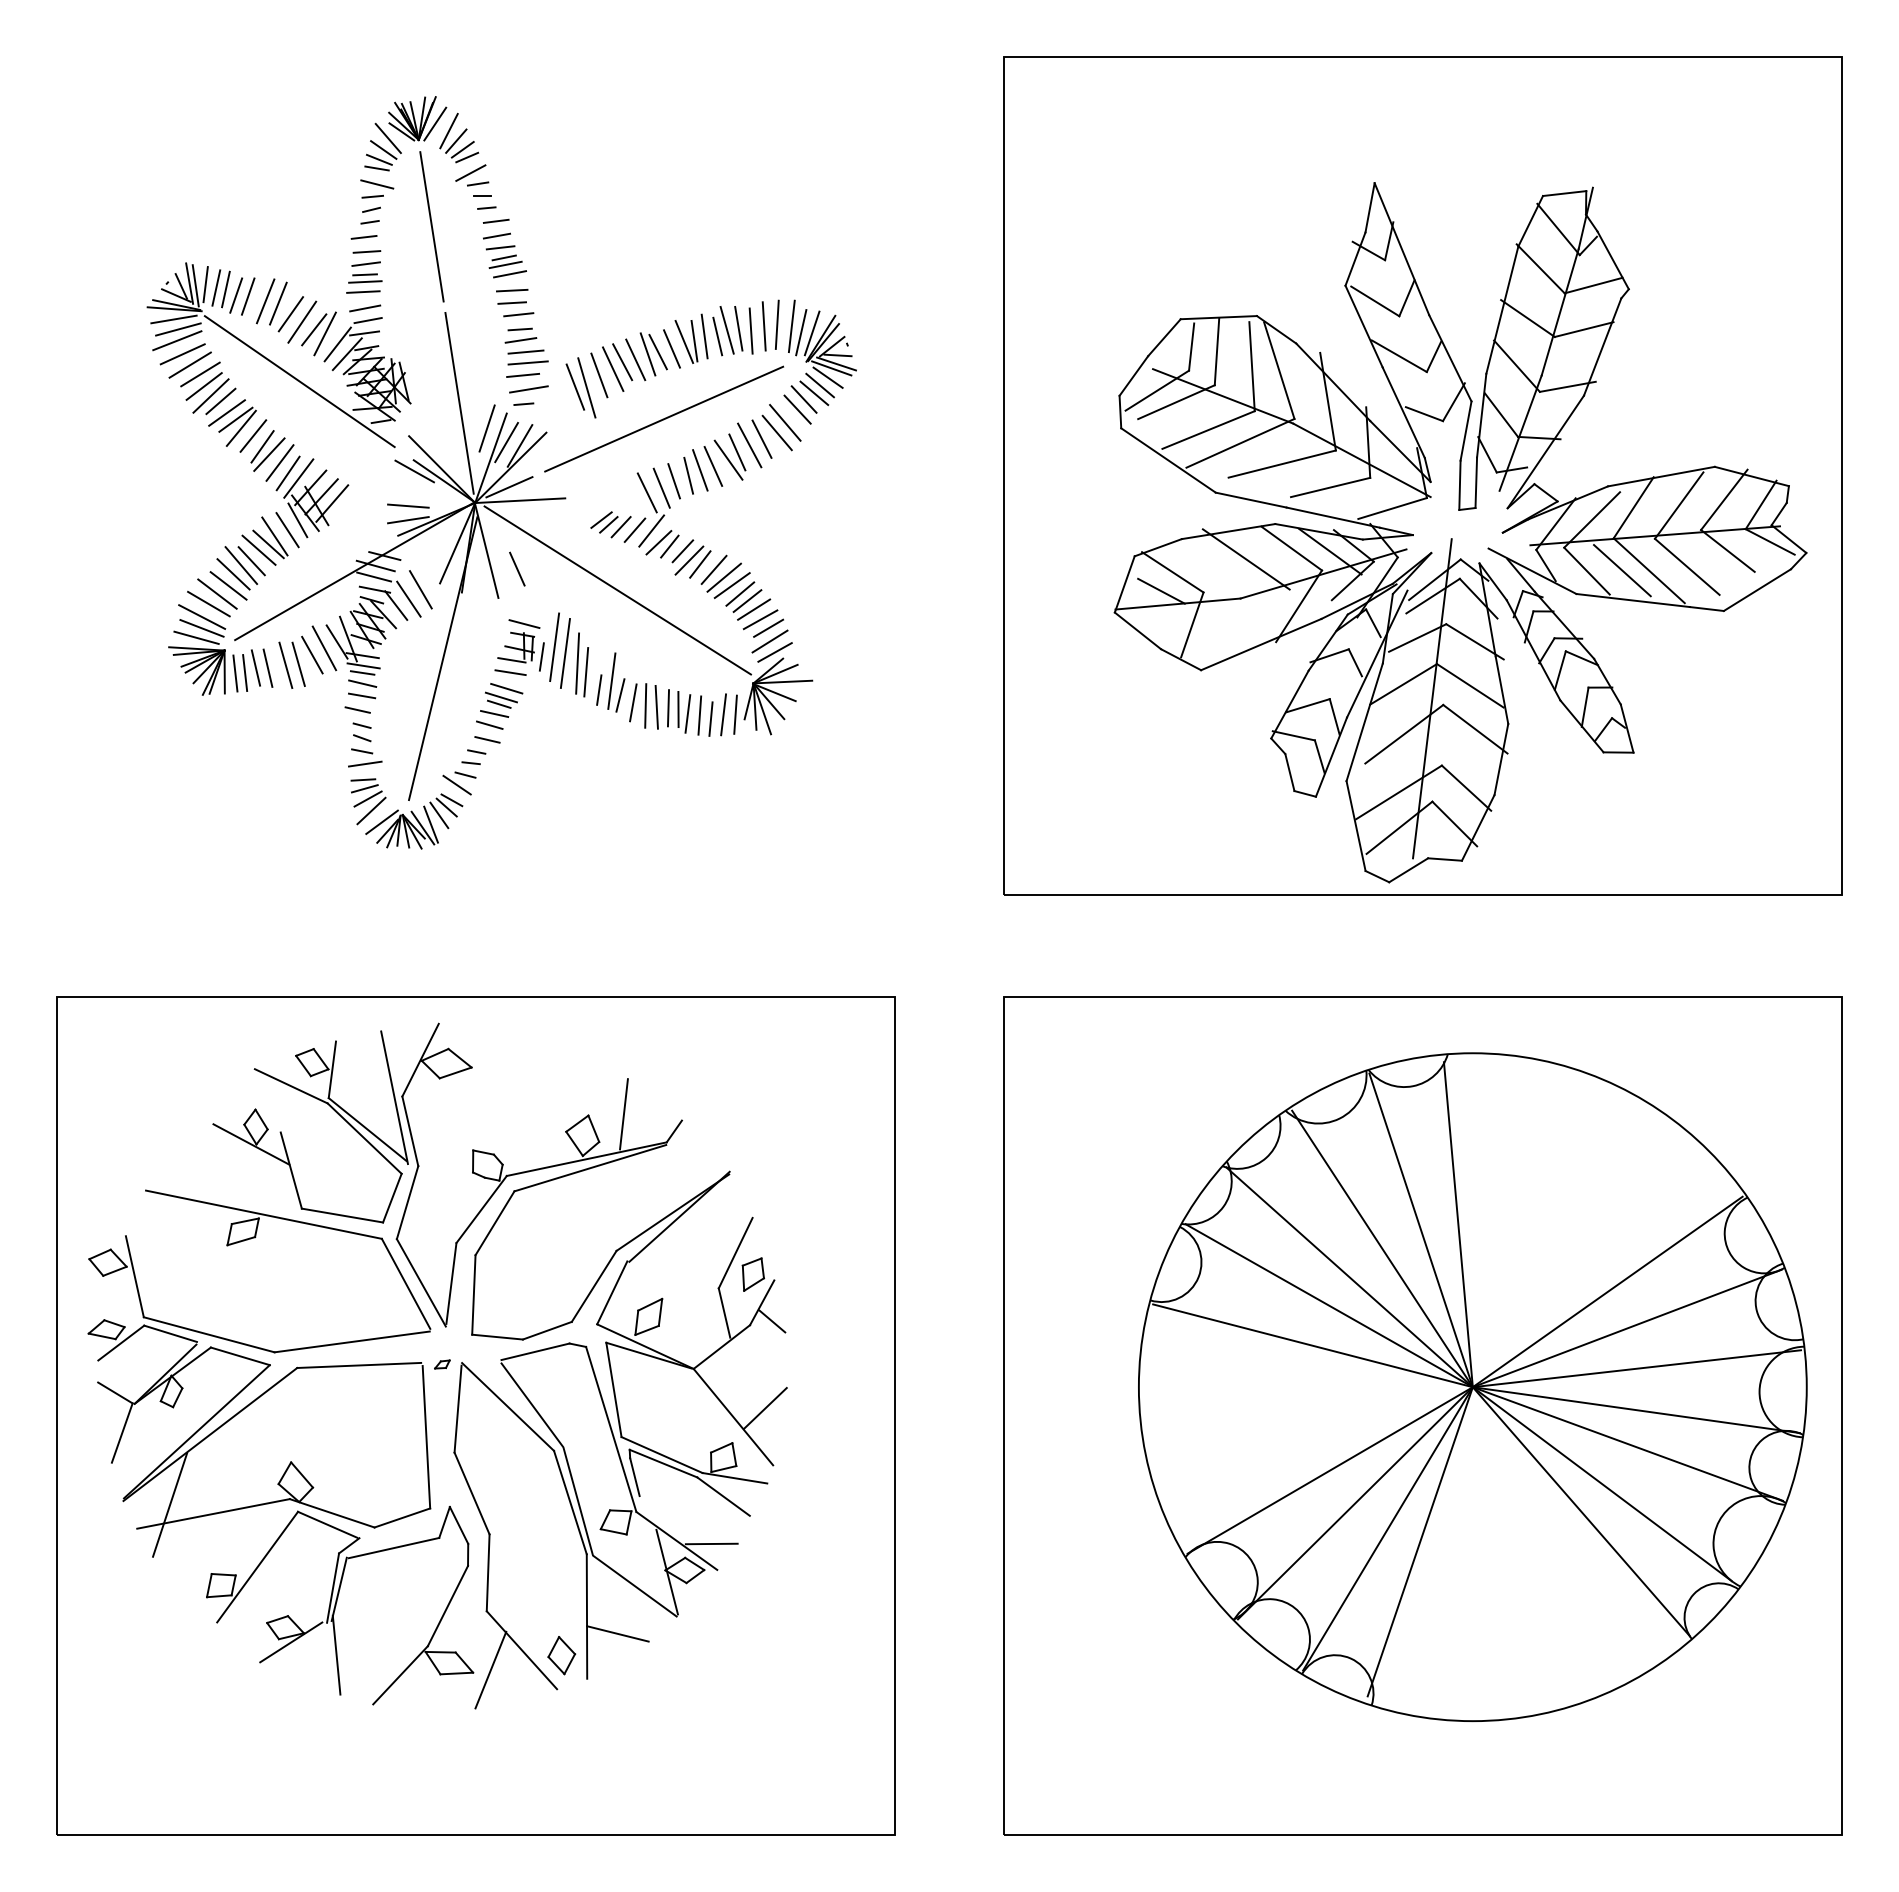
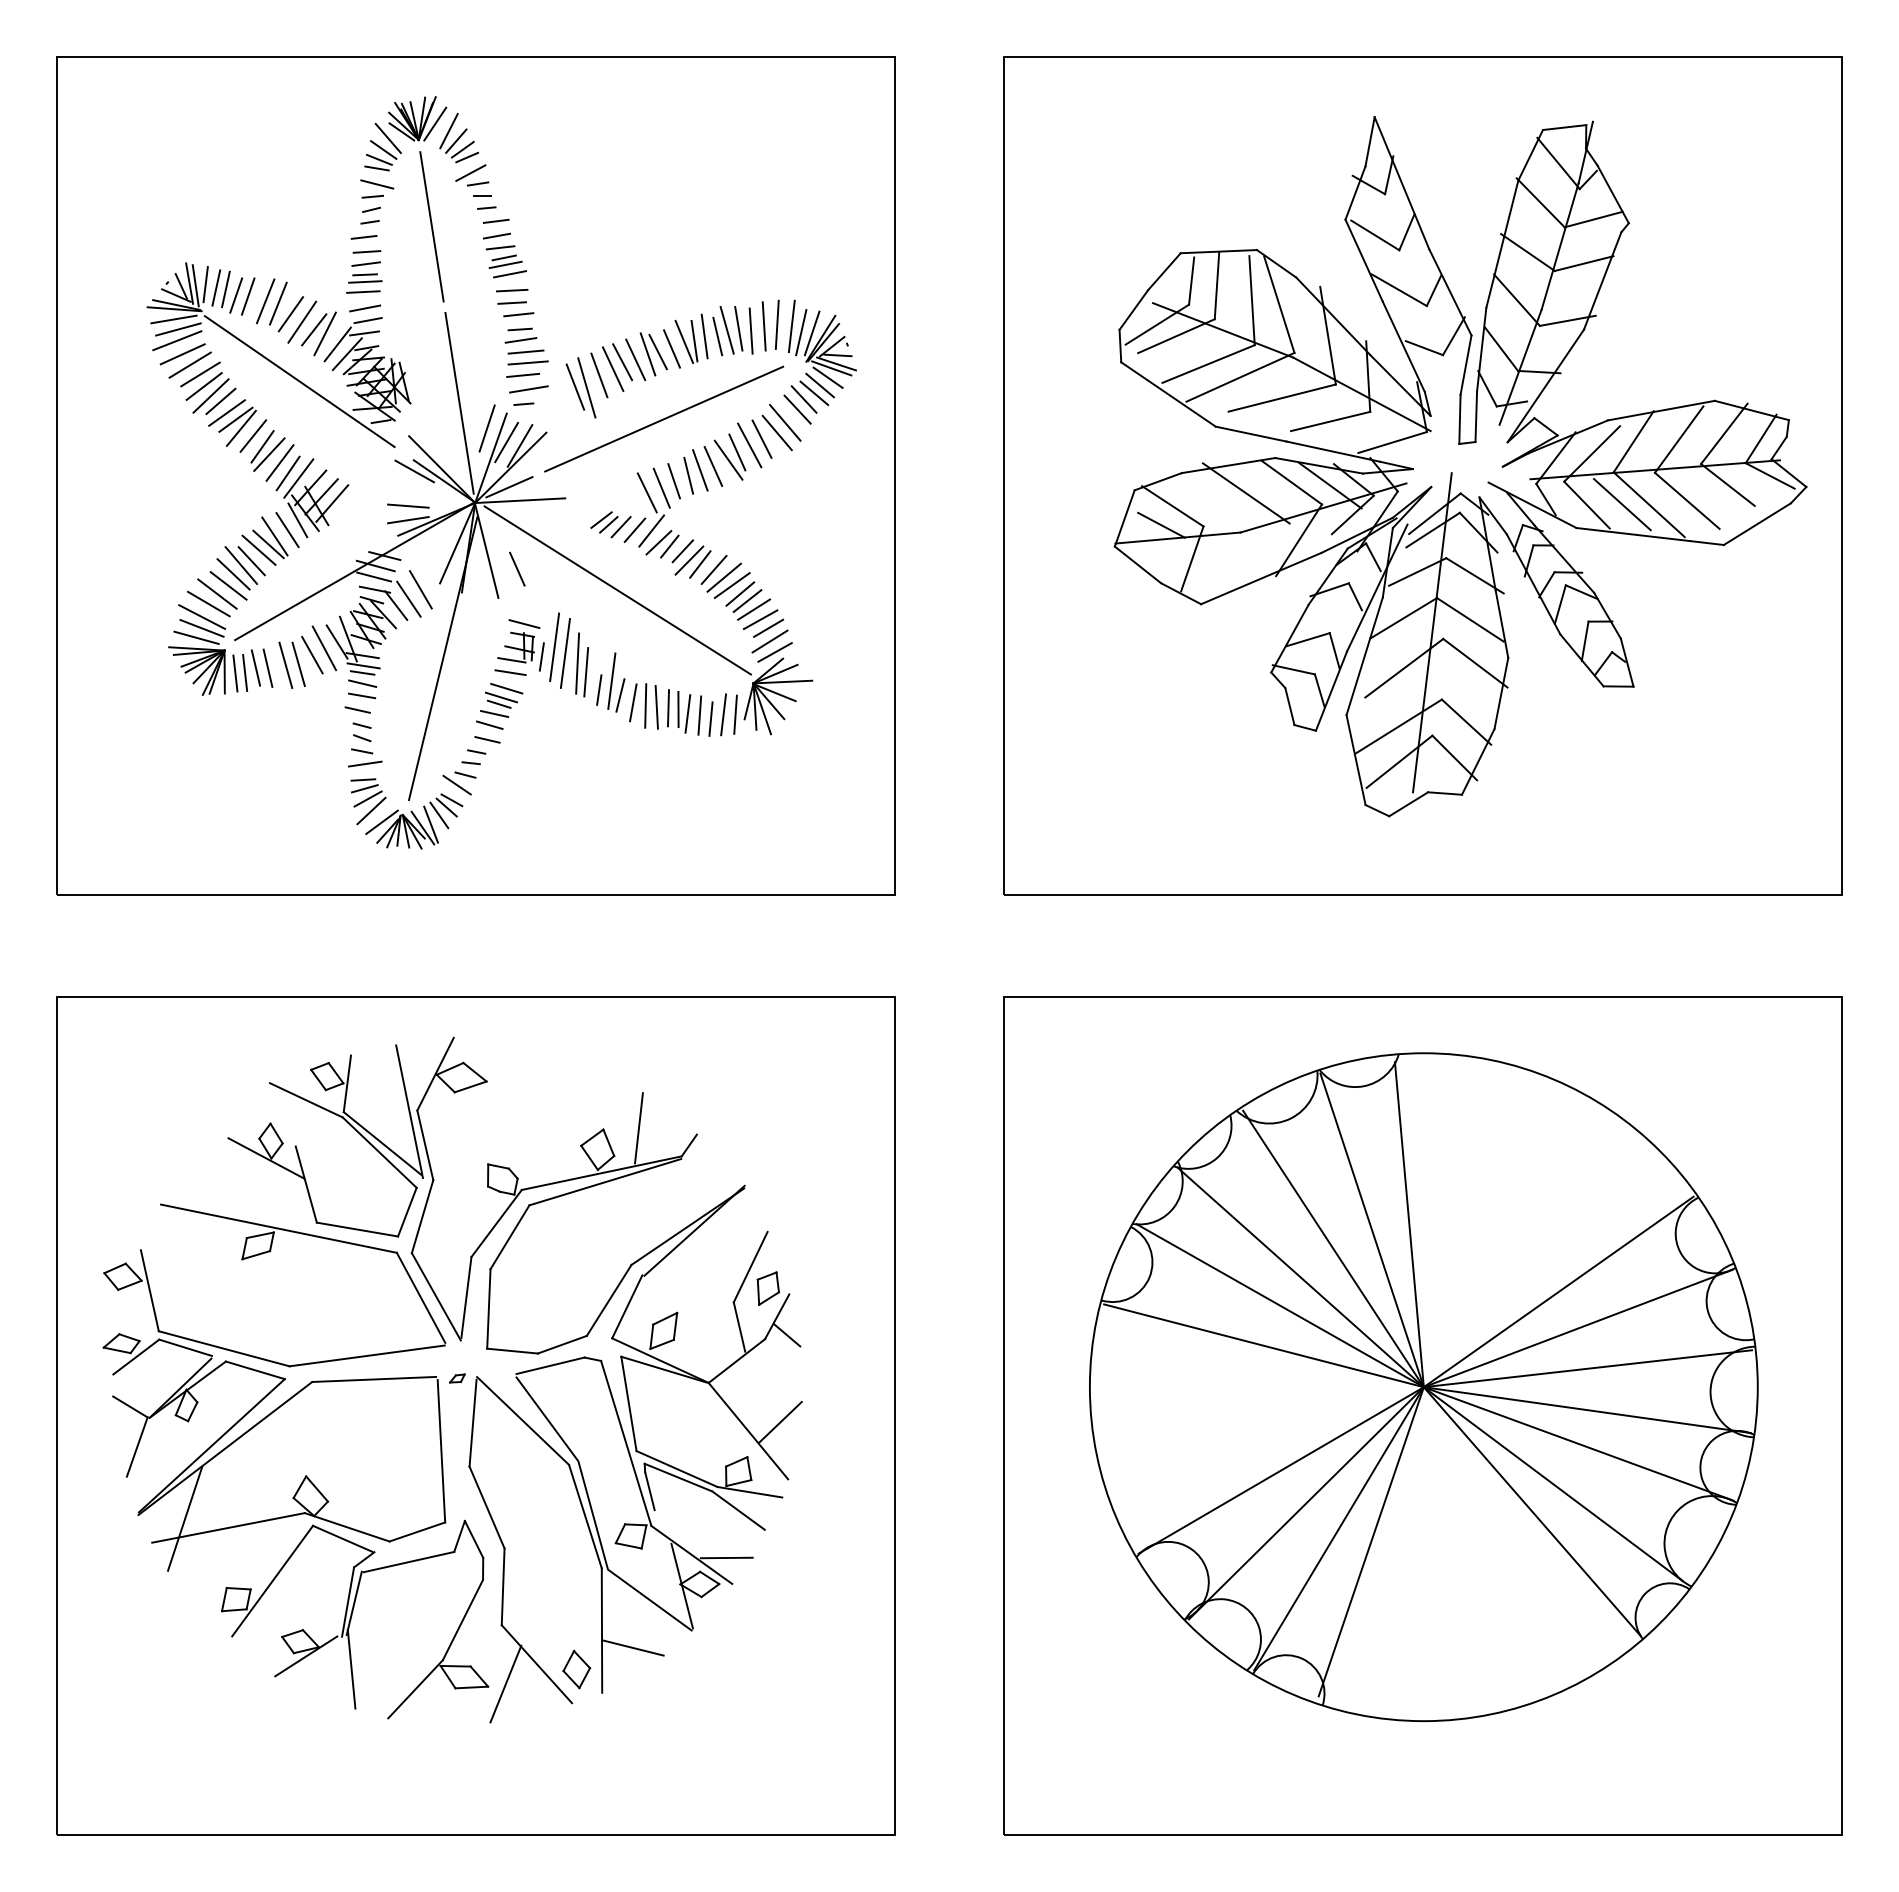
part at (475, 475): none -> present
part at (1460, 532) position: (1460, 532) -> (1460, 466)
part at (437, 1365) position: (437, 1365) -> (452, 1379)
part at (1472, 1386) position: (1472, 1386) -> (1423, 1386)
